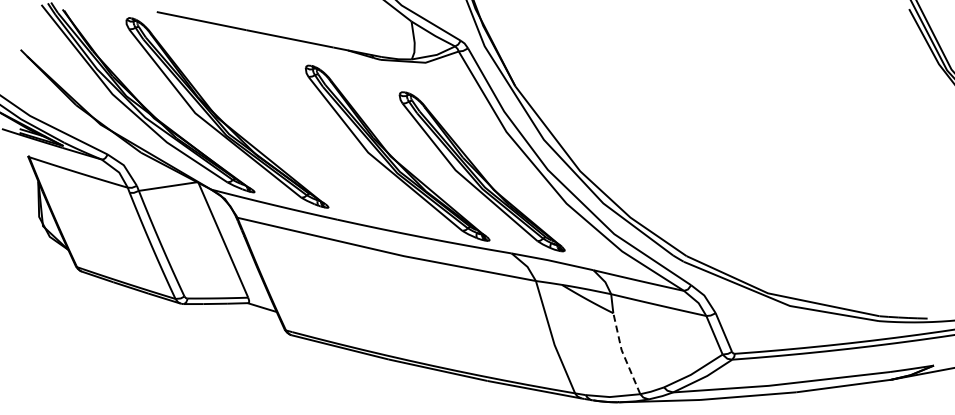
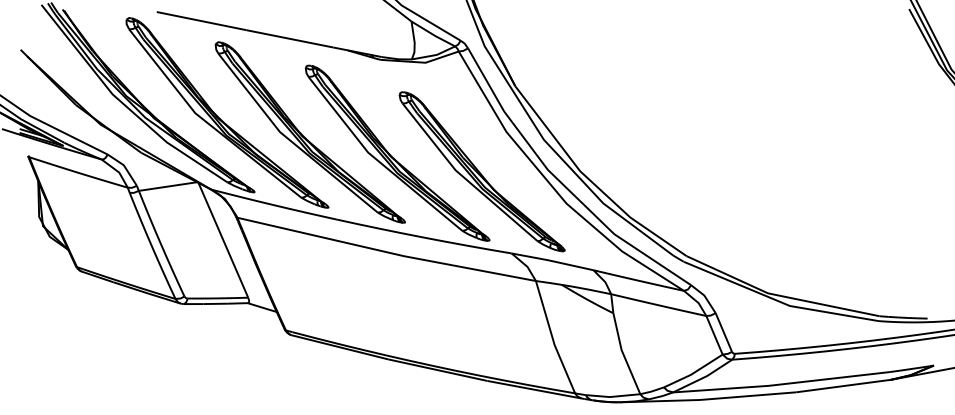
part at (304, 136): none -> present
line at (623, 353): dashed -> solid
